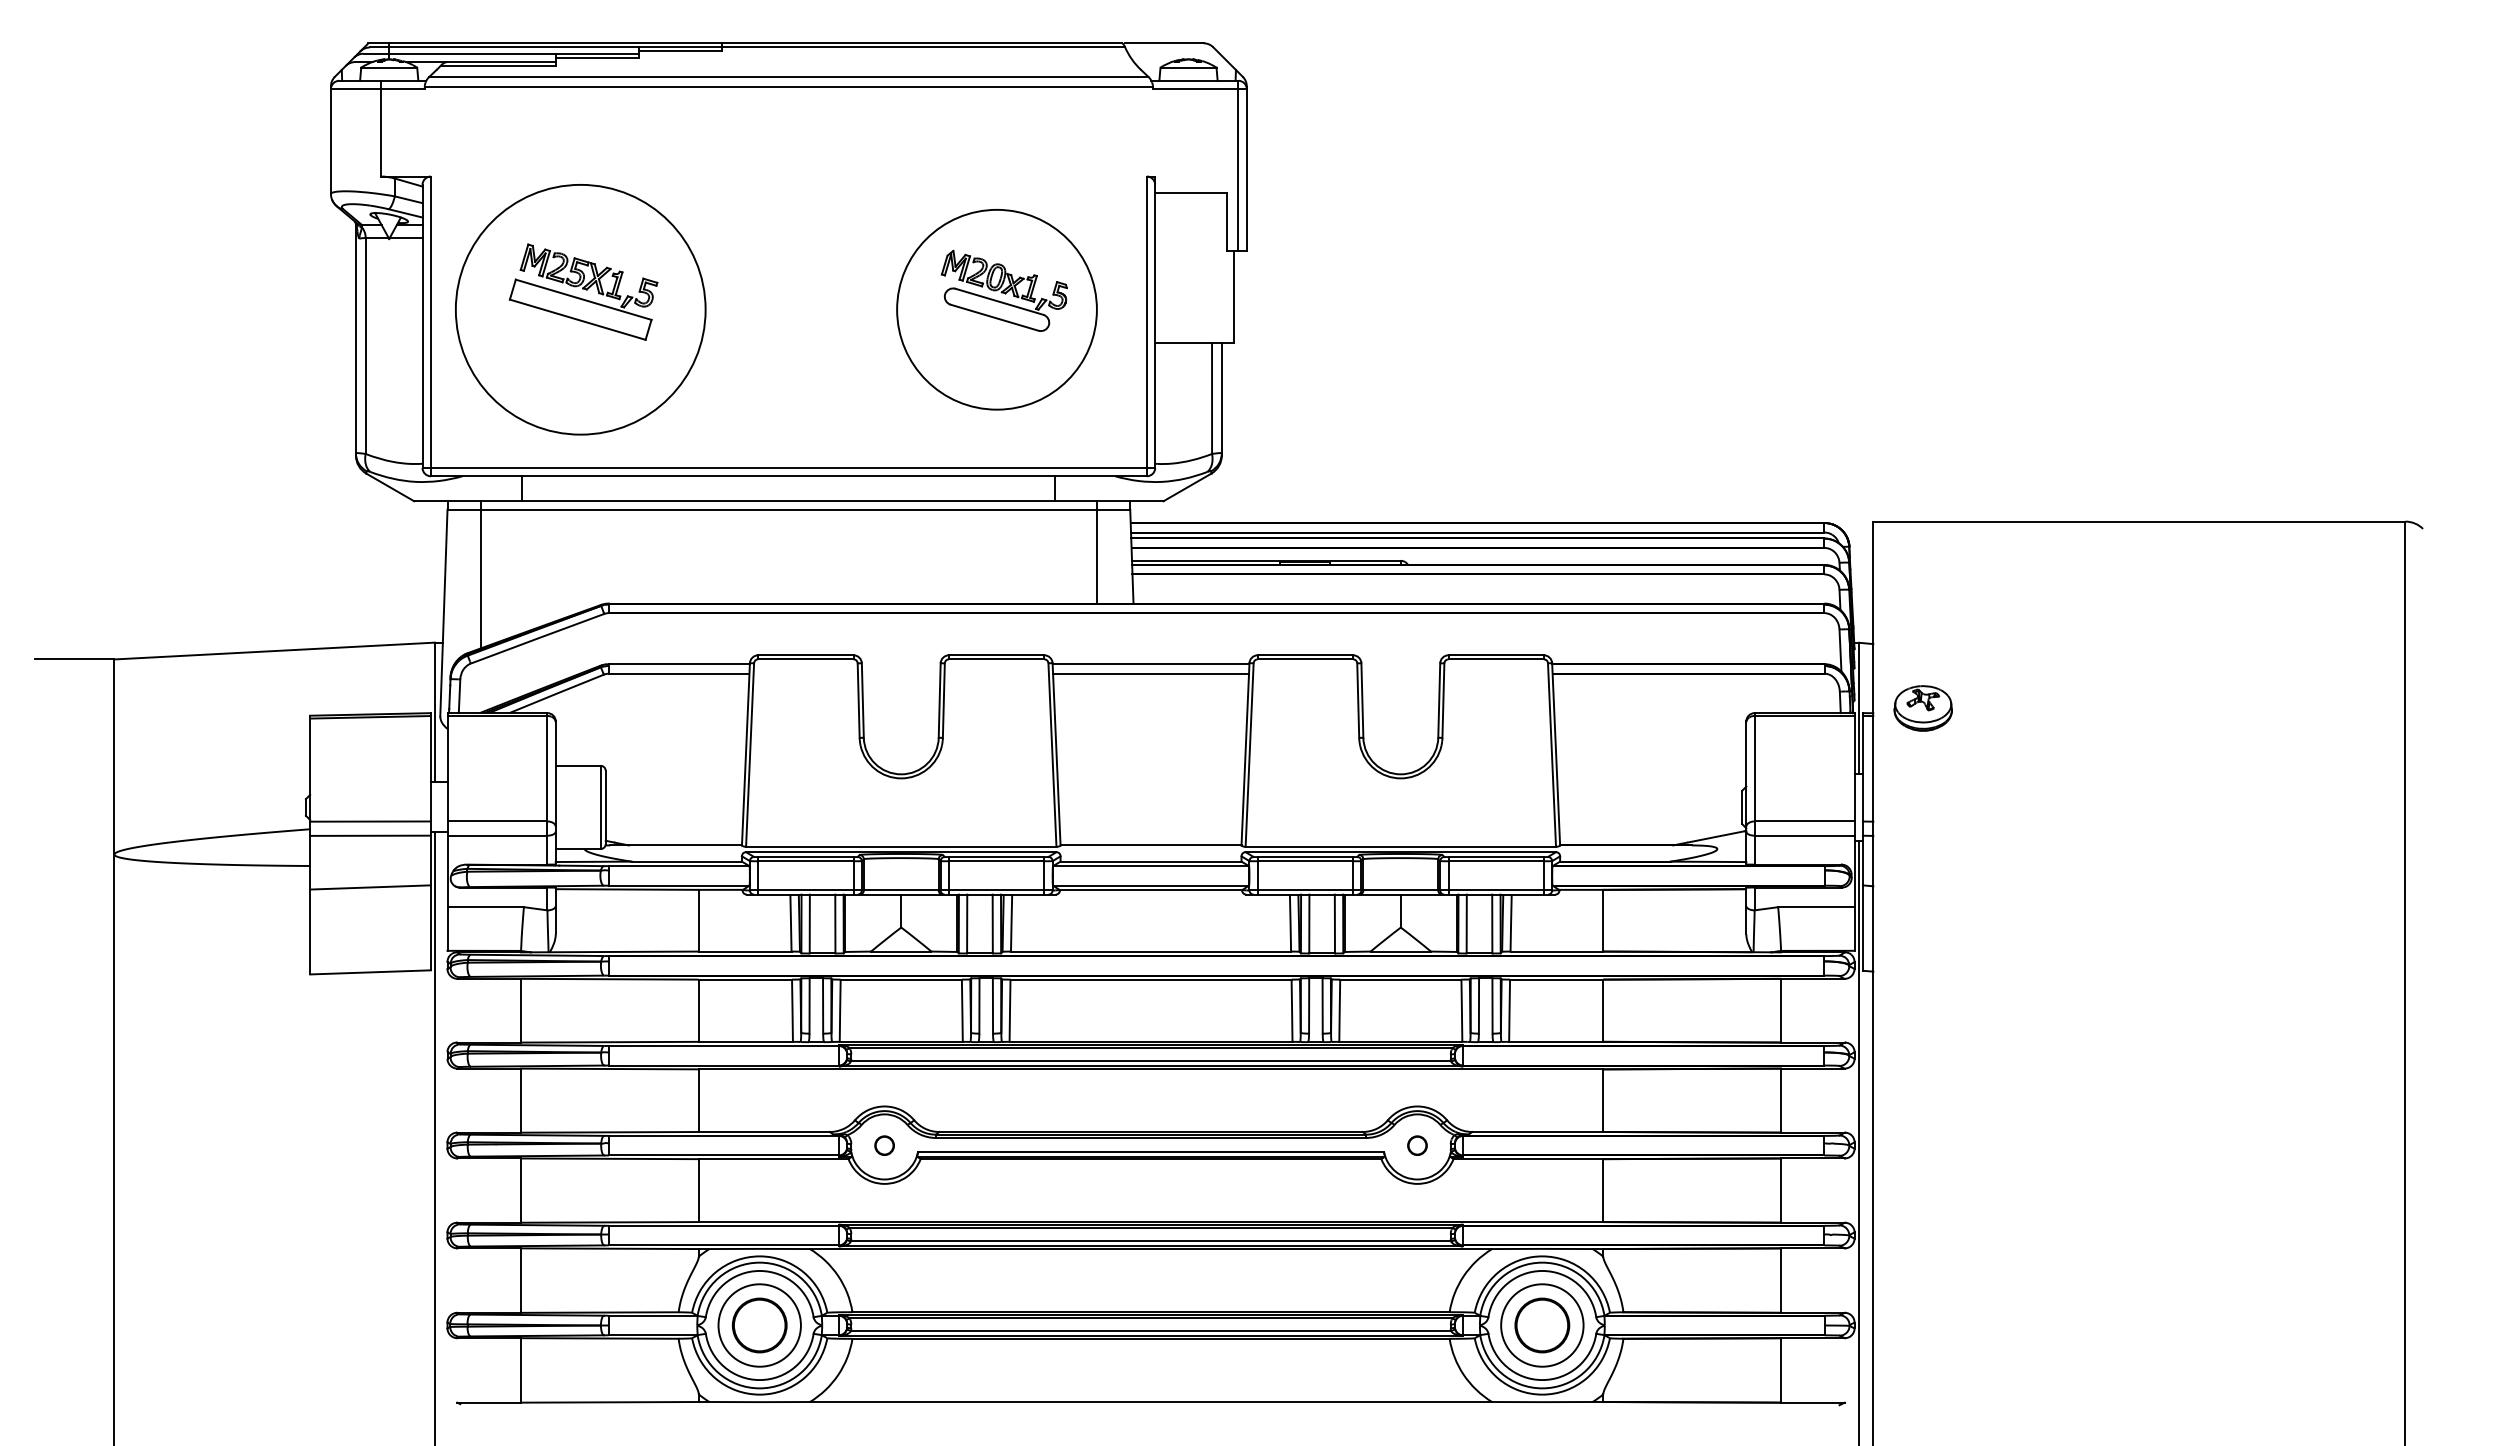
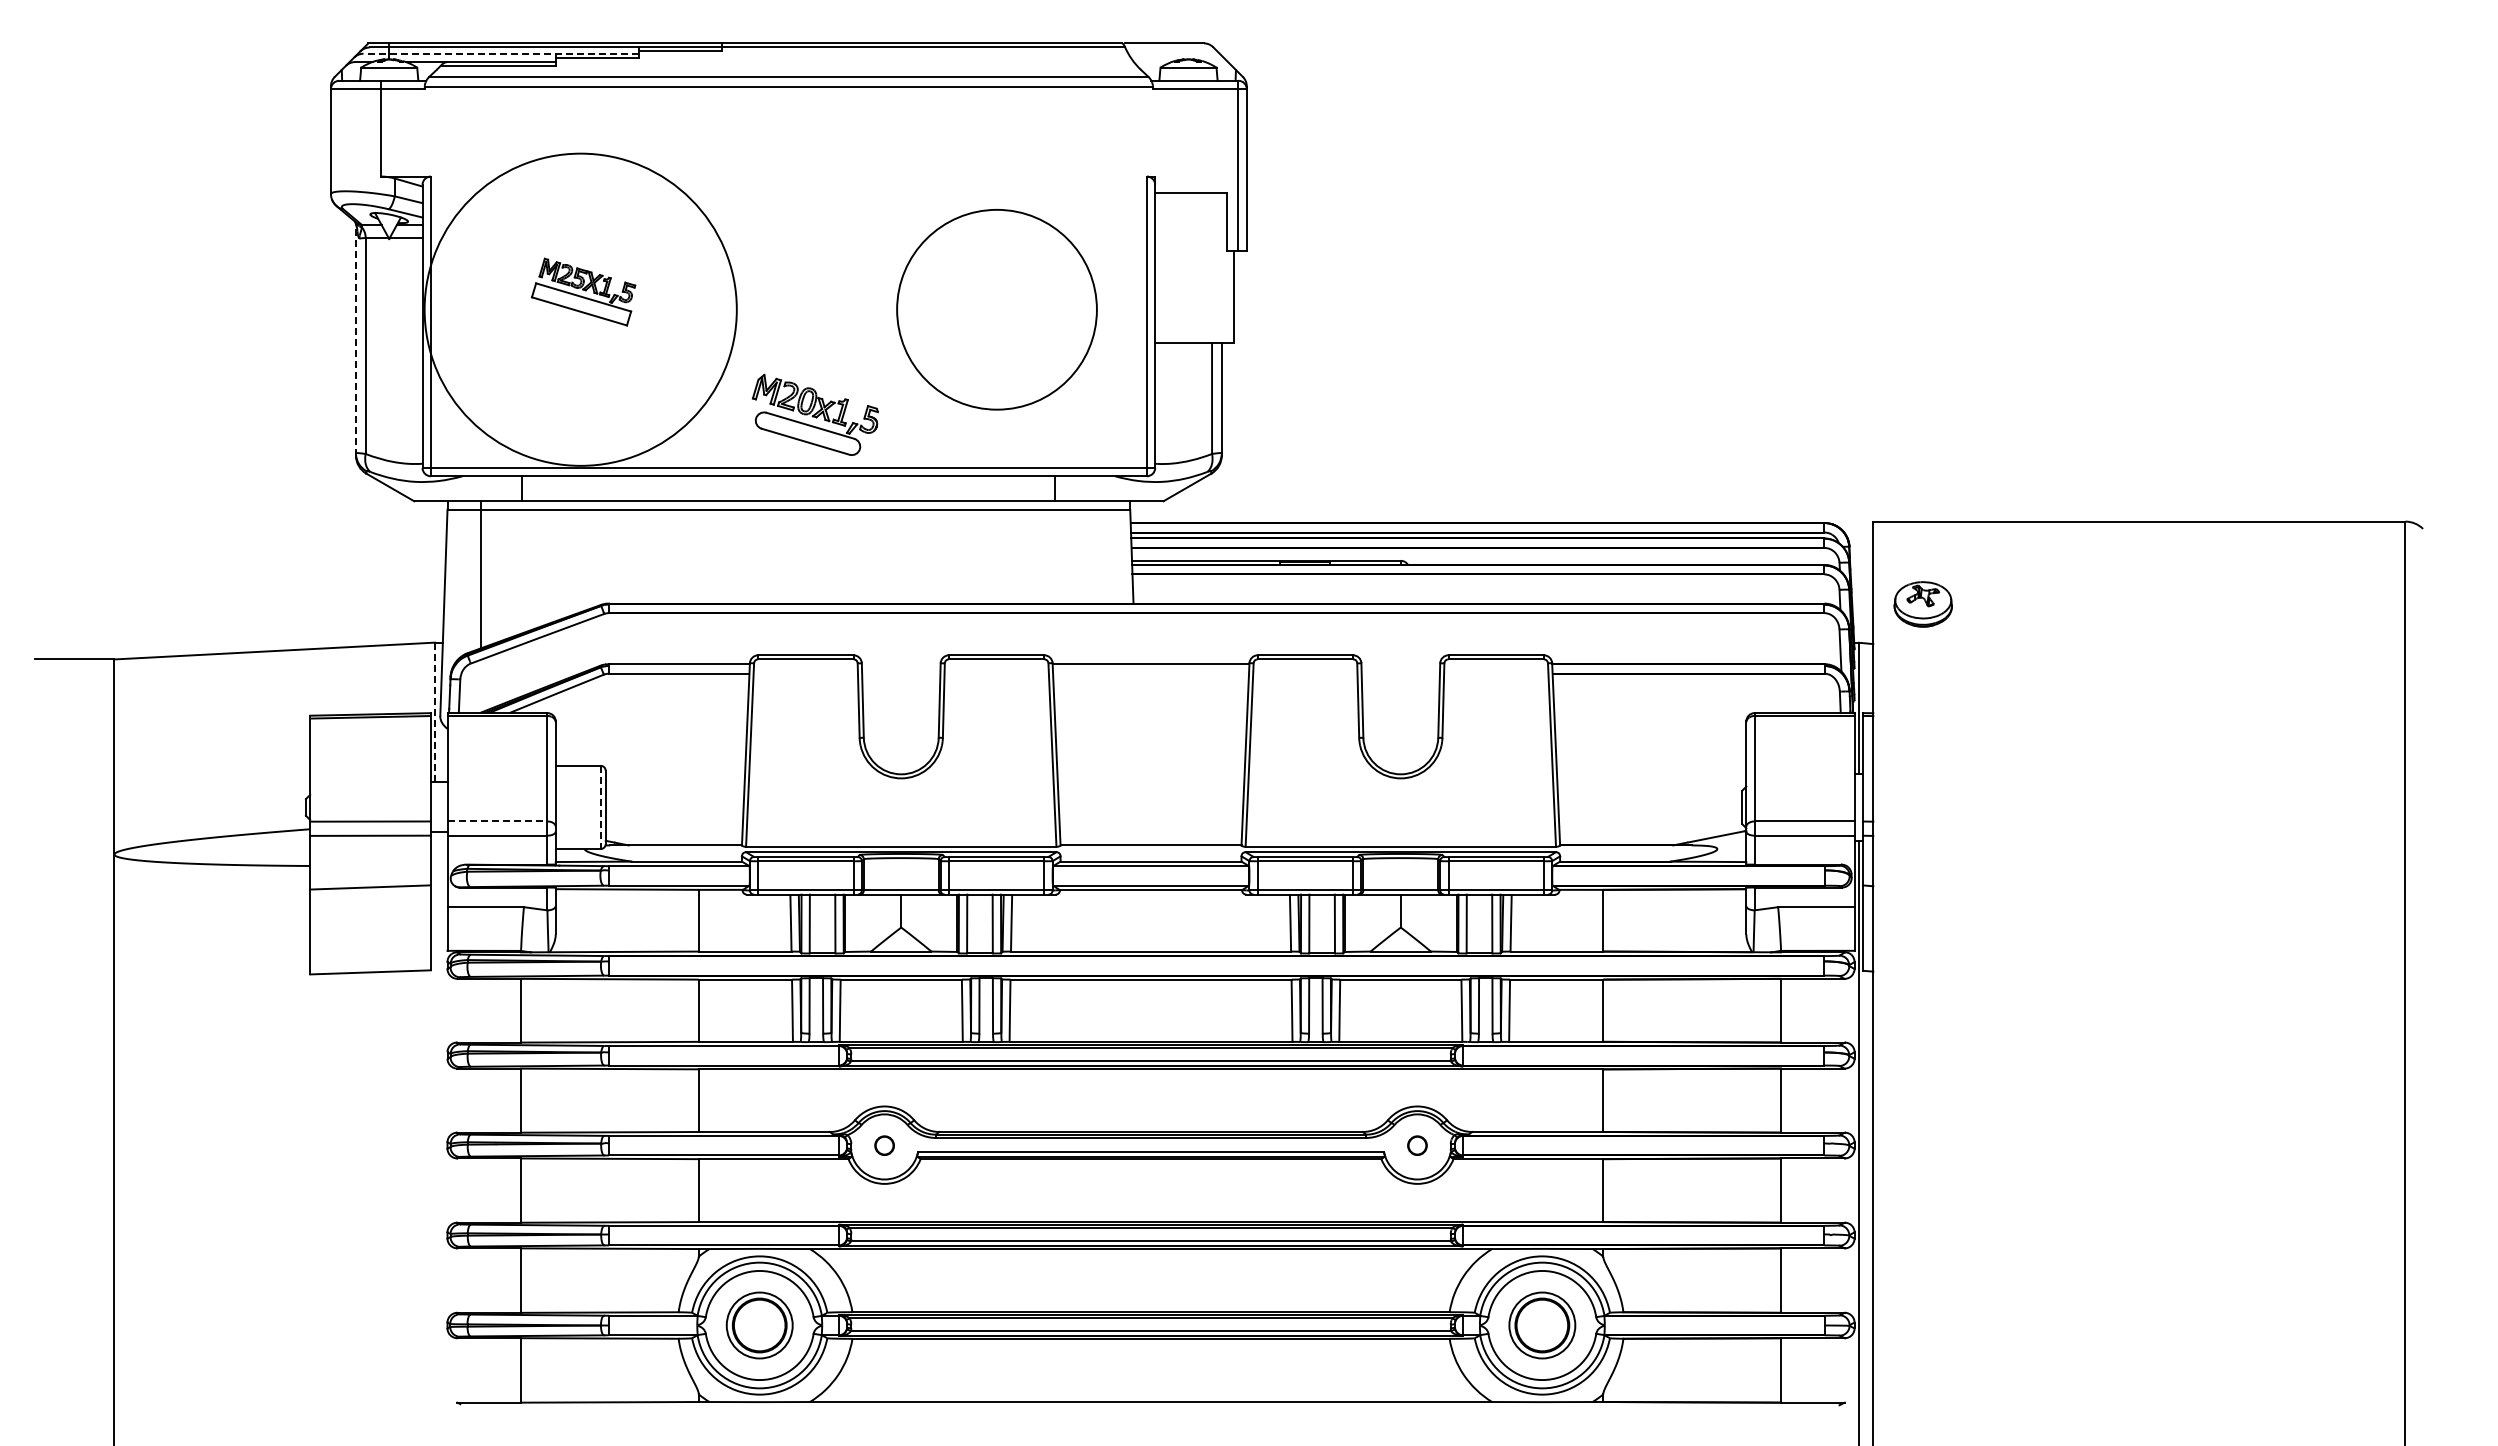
line at (501, 53): solid -> dashed
part at (1003, 290) position: (1003, 290) -> (814, 414)
part at (583, 291) size: 151x98 px -> 107x70 px
circle at (580, 309) diameter: 250 px -> 312 px
line at (355, 339): solid -> dashed
line at (1096, 552): present -> none
line at (1151, 673): present -> none
part at (1922, 708) position: (1922, 708) -> (1922, 604)
line at (435, 712): solid -> dashed
line at (600, 807): solid -> dashed
line at (497, 821): solid -> dashed
line at (435, 1137): present -> none
circle at (759, 1325) diameter: 82 px -> 66 px
circle at (1542, 1325) diameter: 82 px -> 66 px
